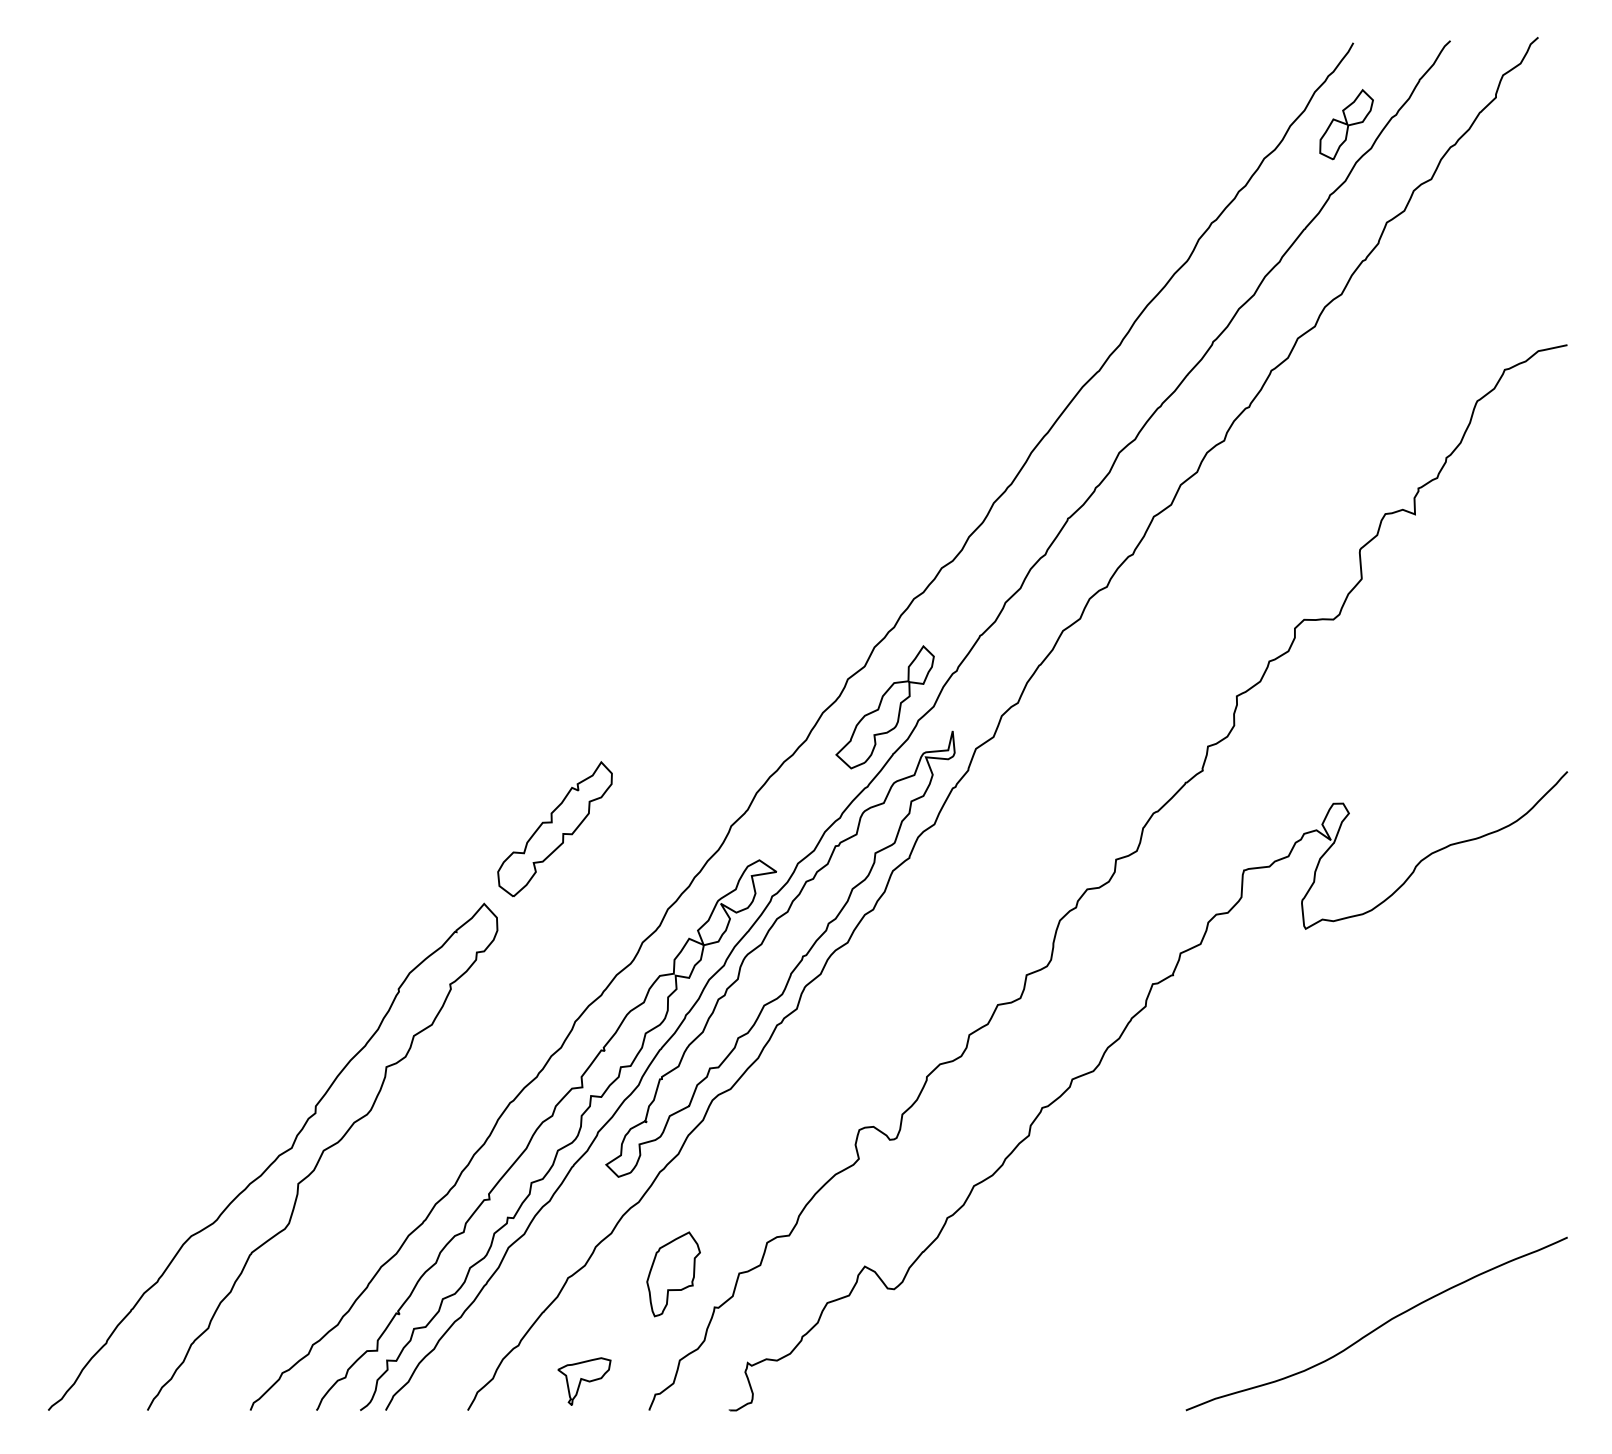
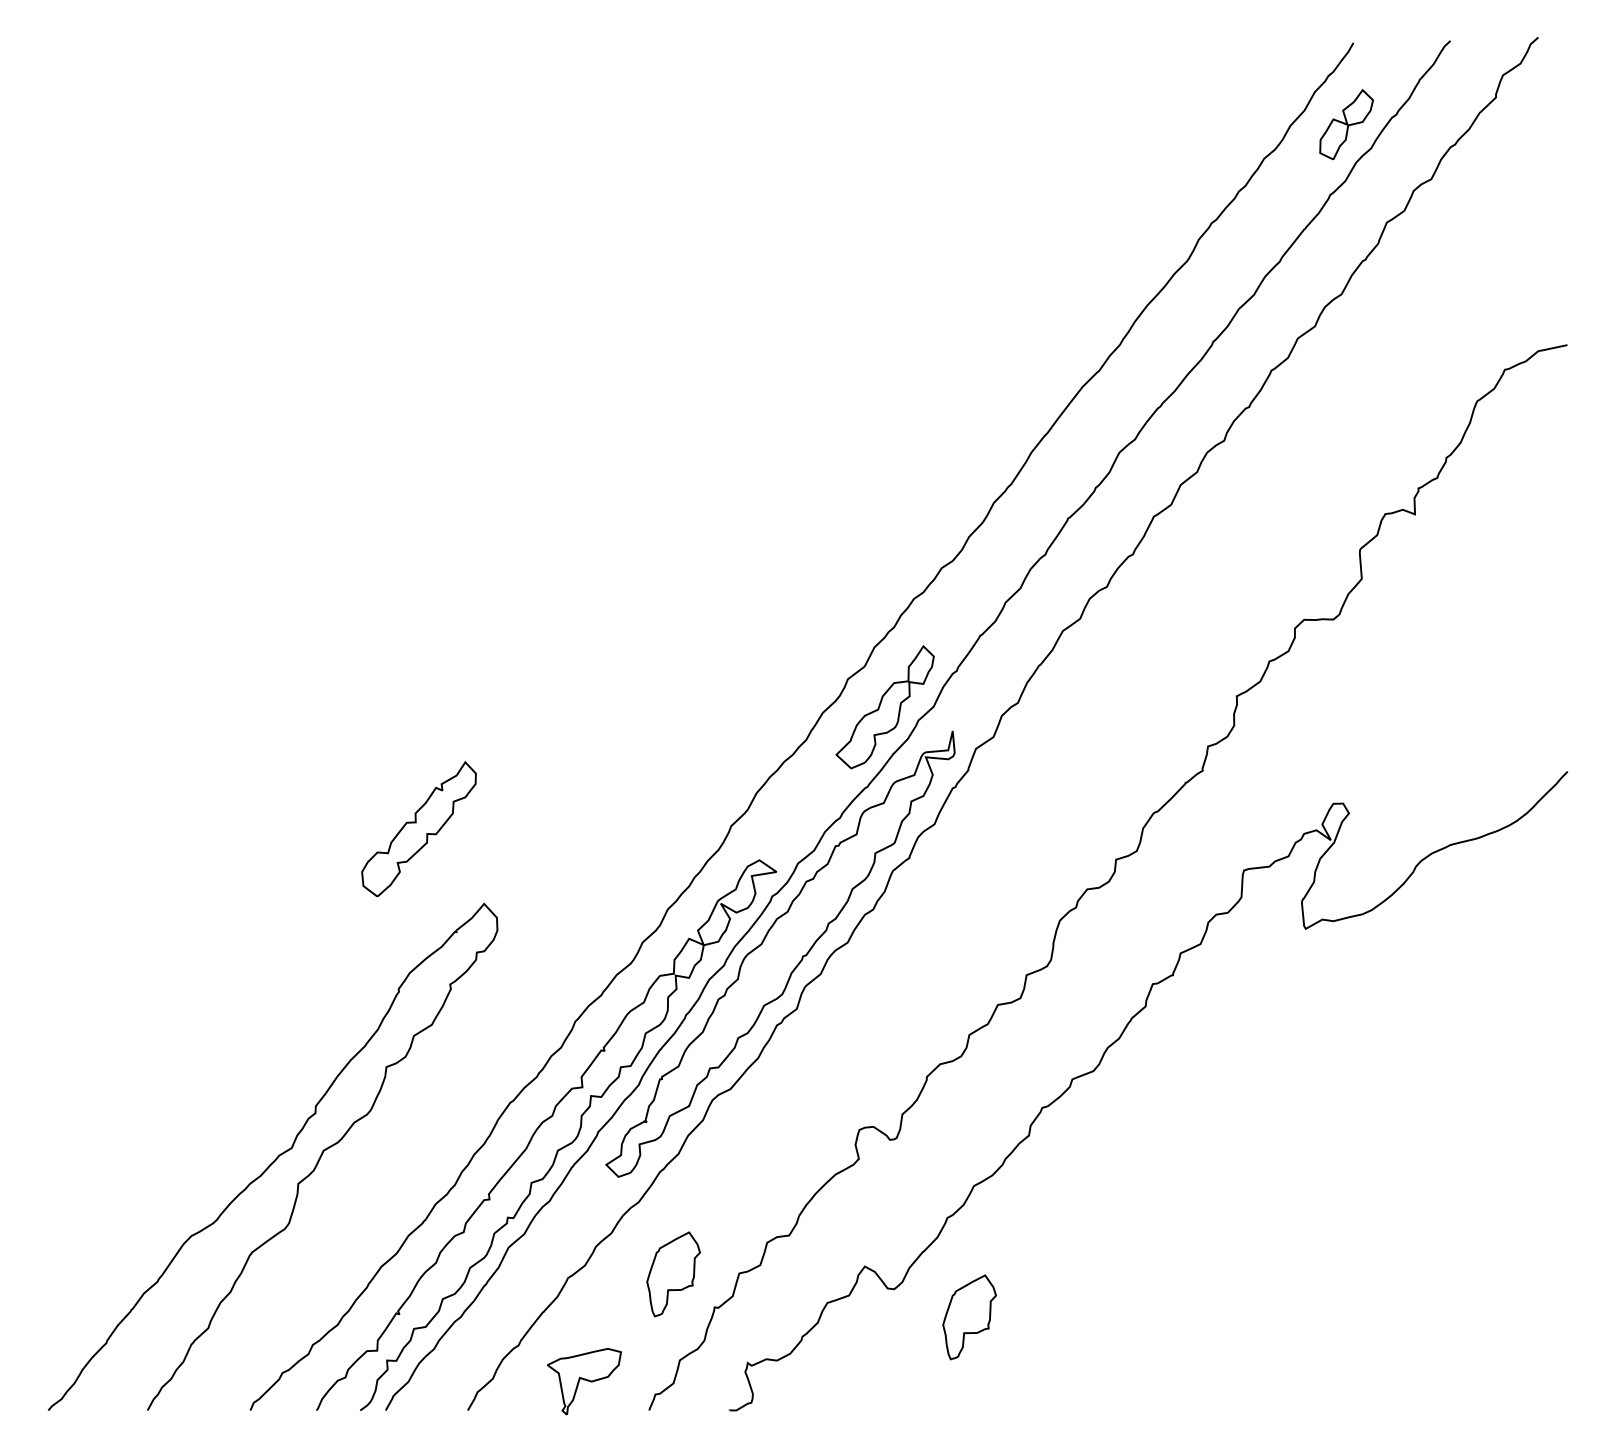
part at (554, 829) position: (554, 829) -> (418, 829)
part at (969, 1317): none -> present
curve at (1379, 1325): present -> none
part at (584, 1381) size: 55x49 px -> 75x68 px
